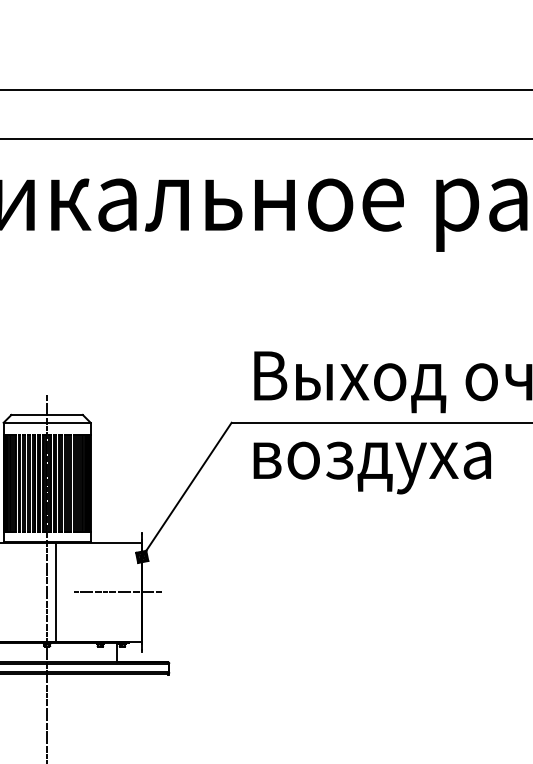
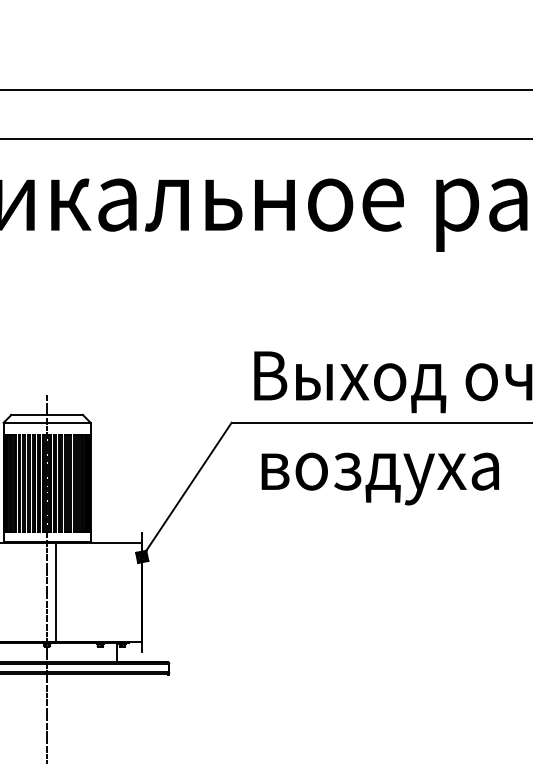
text at (371, 467) position: (371, 467) -> (379, 478)
line at (117, 592): present -> none
